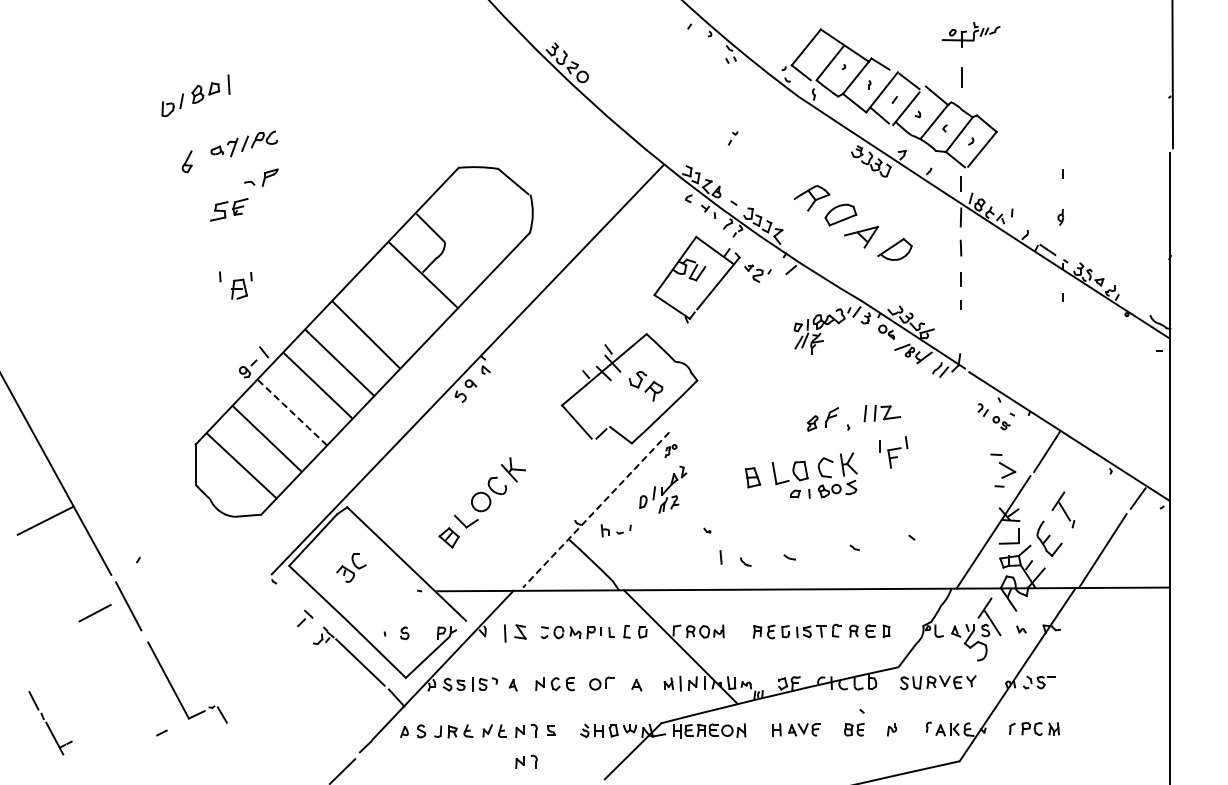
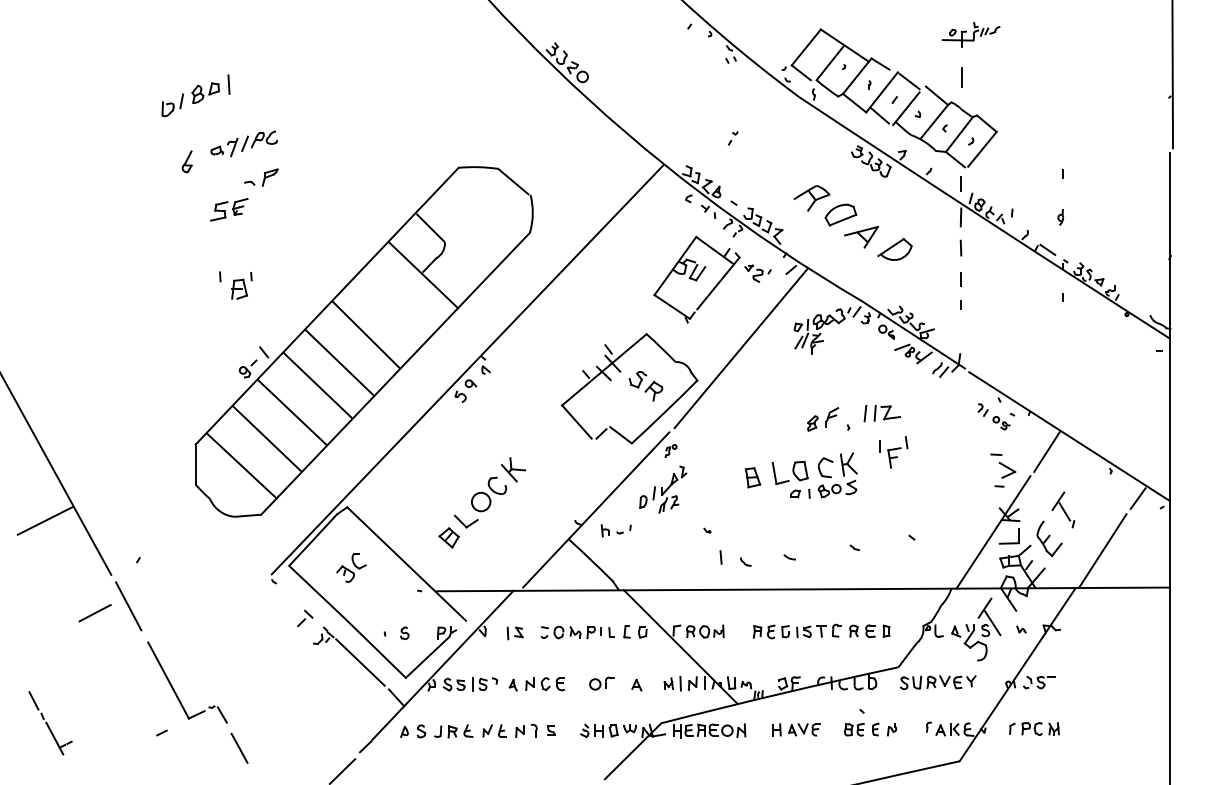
line at (741, 348): none -> present
line at (292, 412): dashed -> solid
line at (596, 509): dashed -> solid
part at (515, 633) size: 23x19 px -> 18x15 px
part at (554, 684) position: (554, 684) -> (544, 684)
part at (875, 729): none -> present
line at (239, 747): none -> present
part at (526, 761): present -> none
